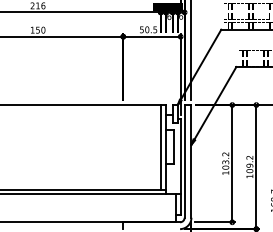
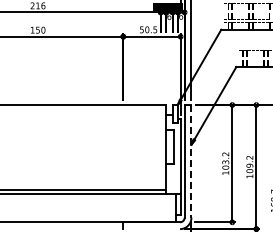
line at (160, 147): present -> none
line at (191, 161): solid -> dashed
